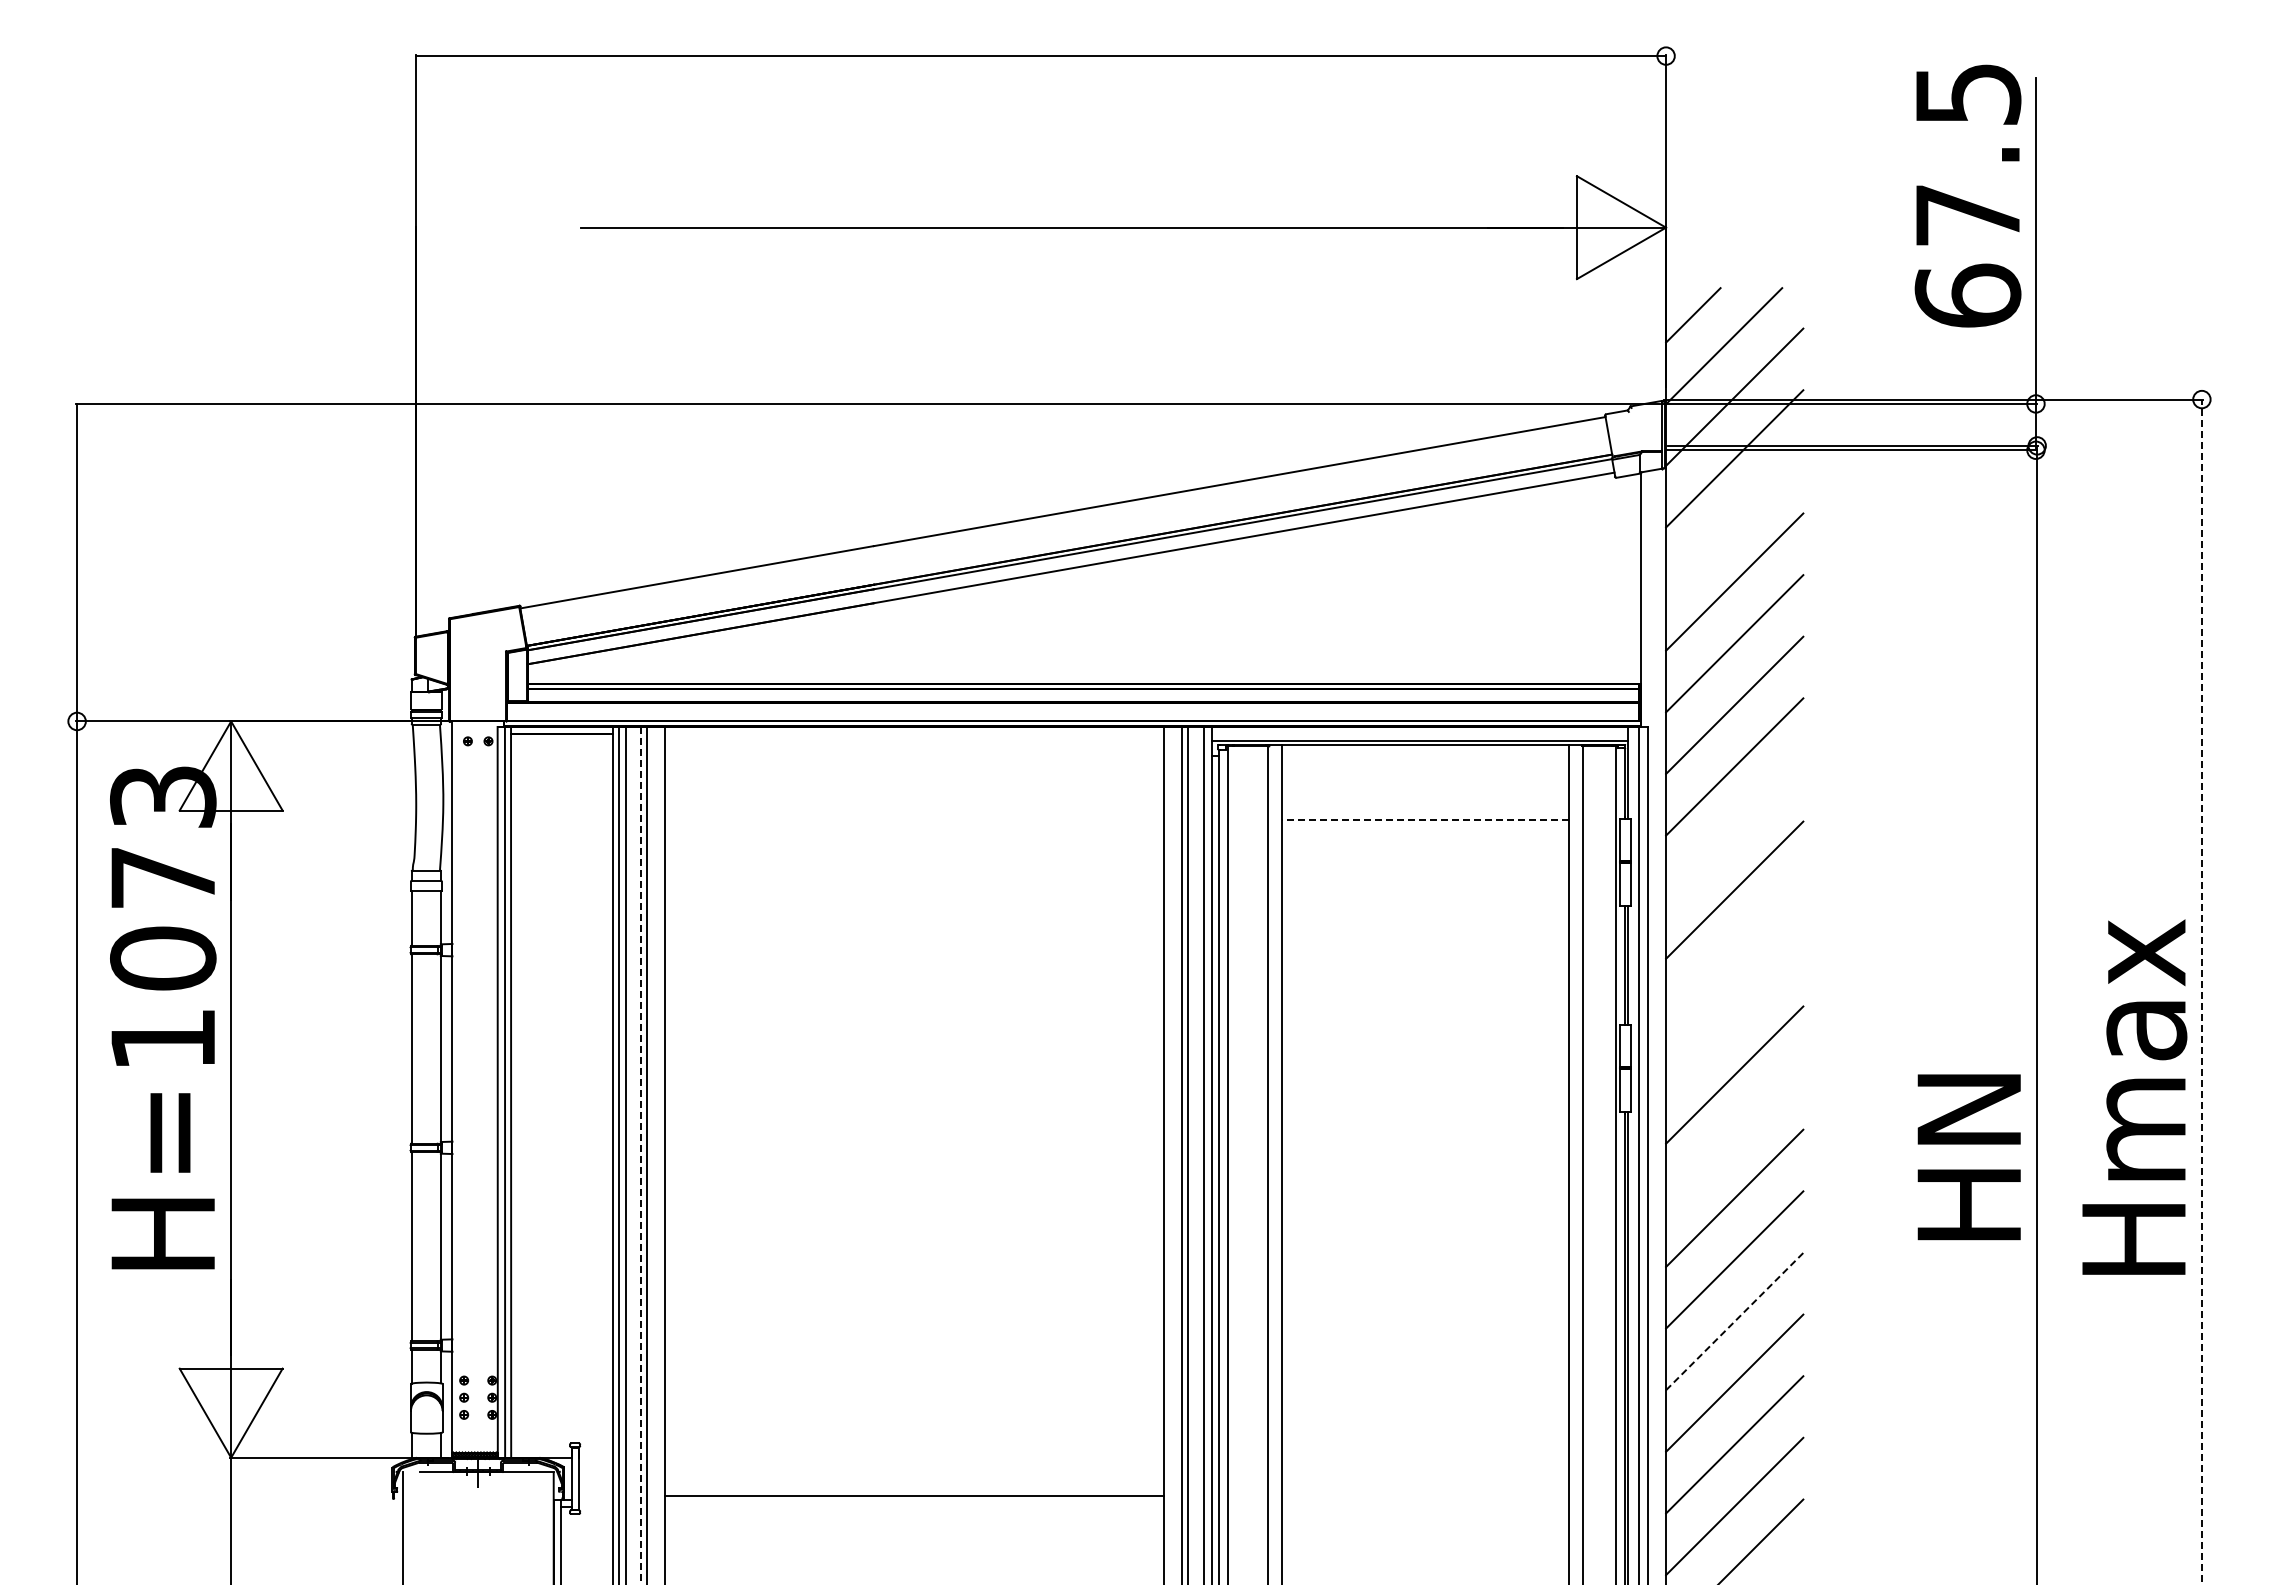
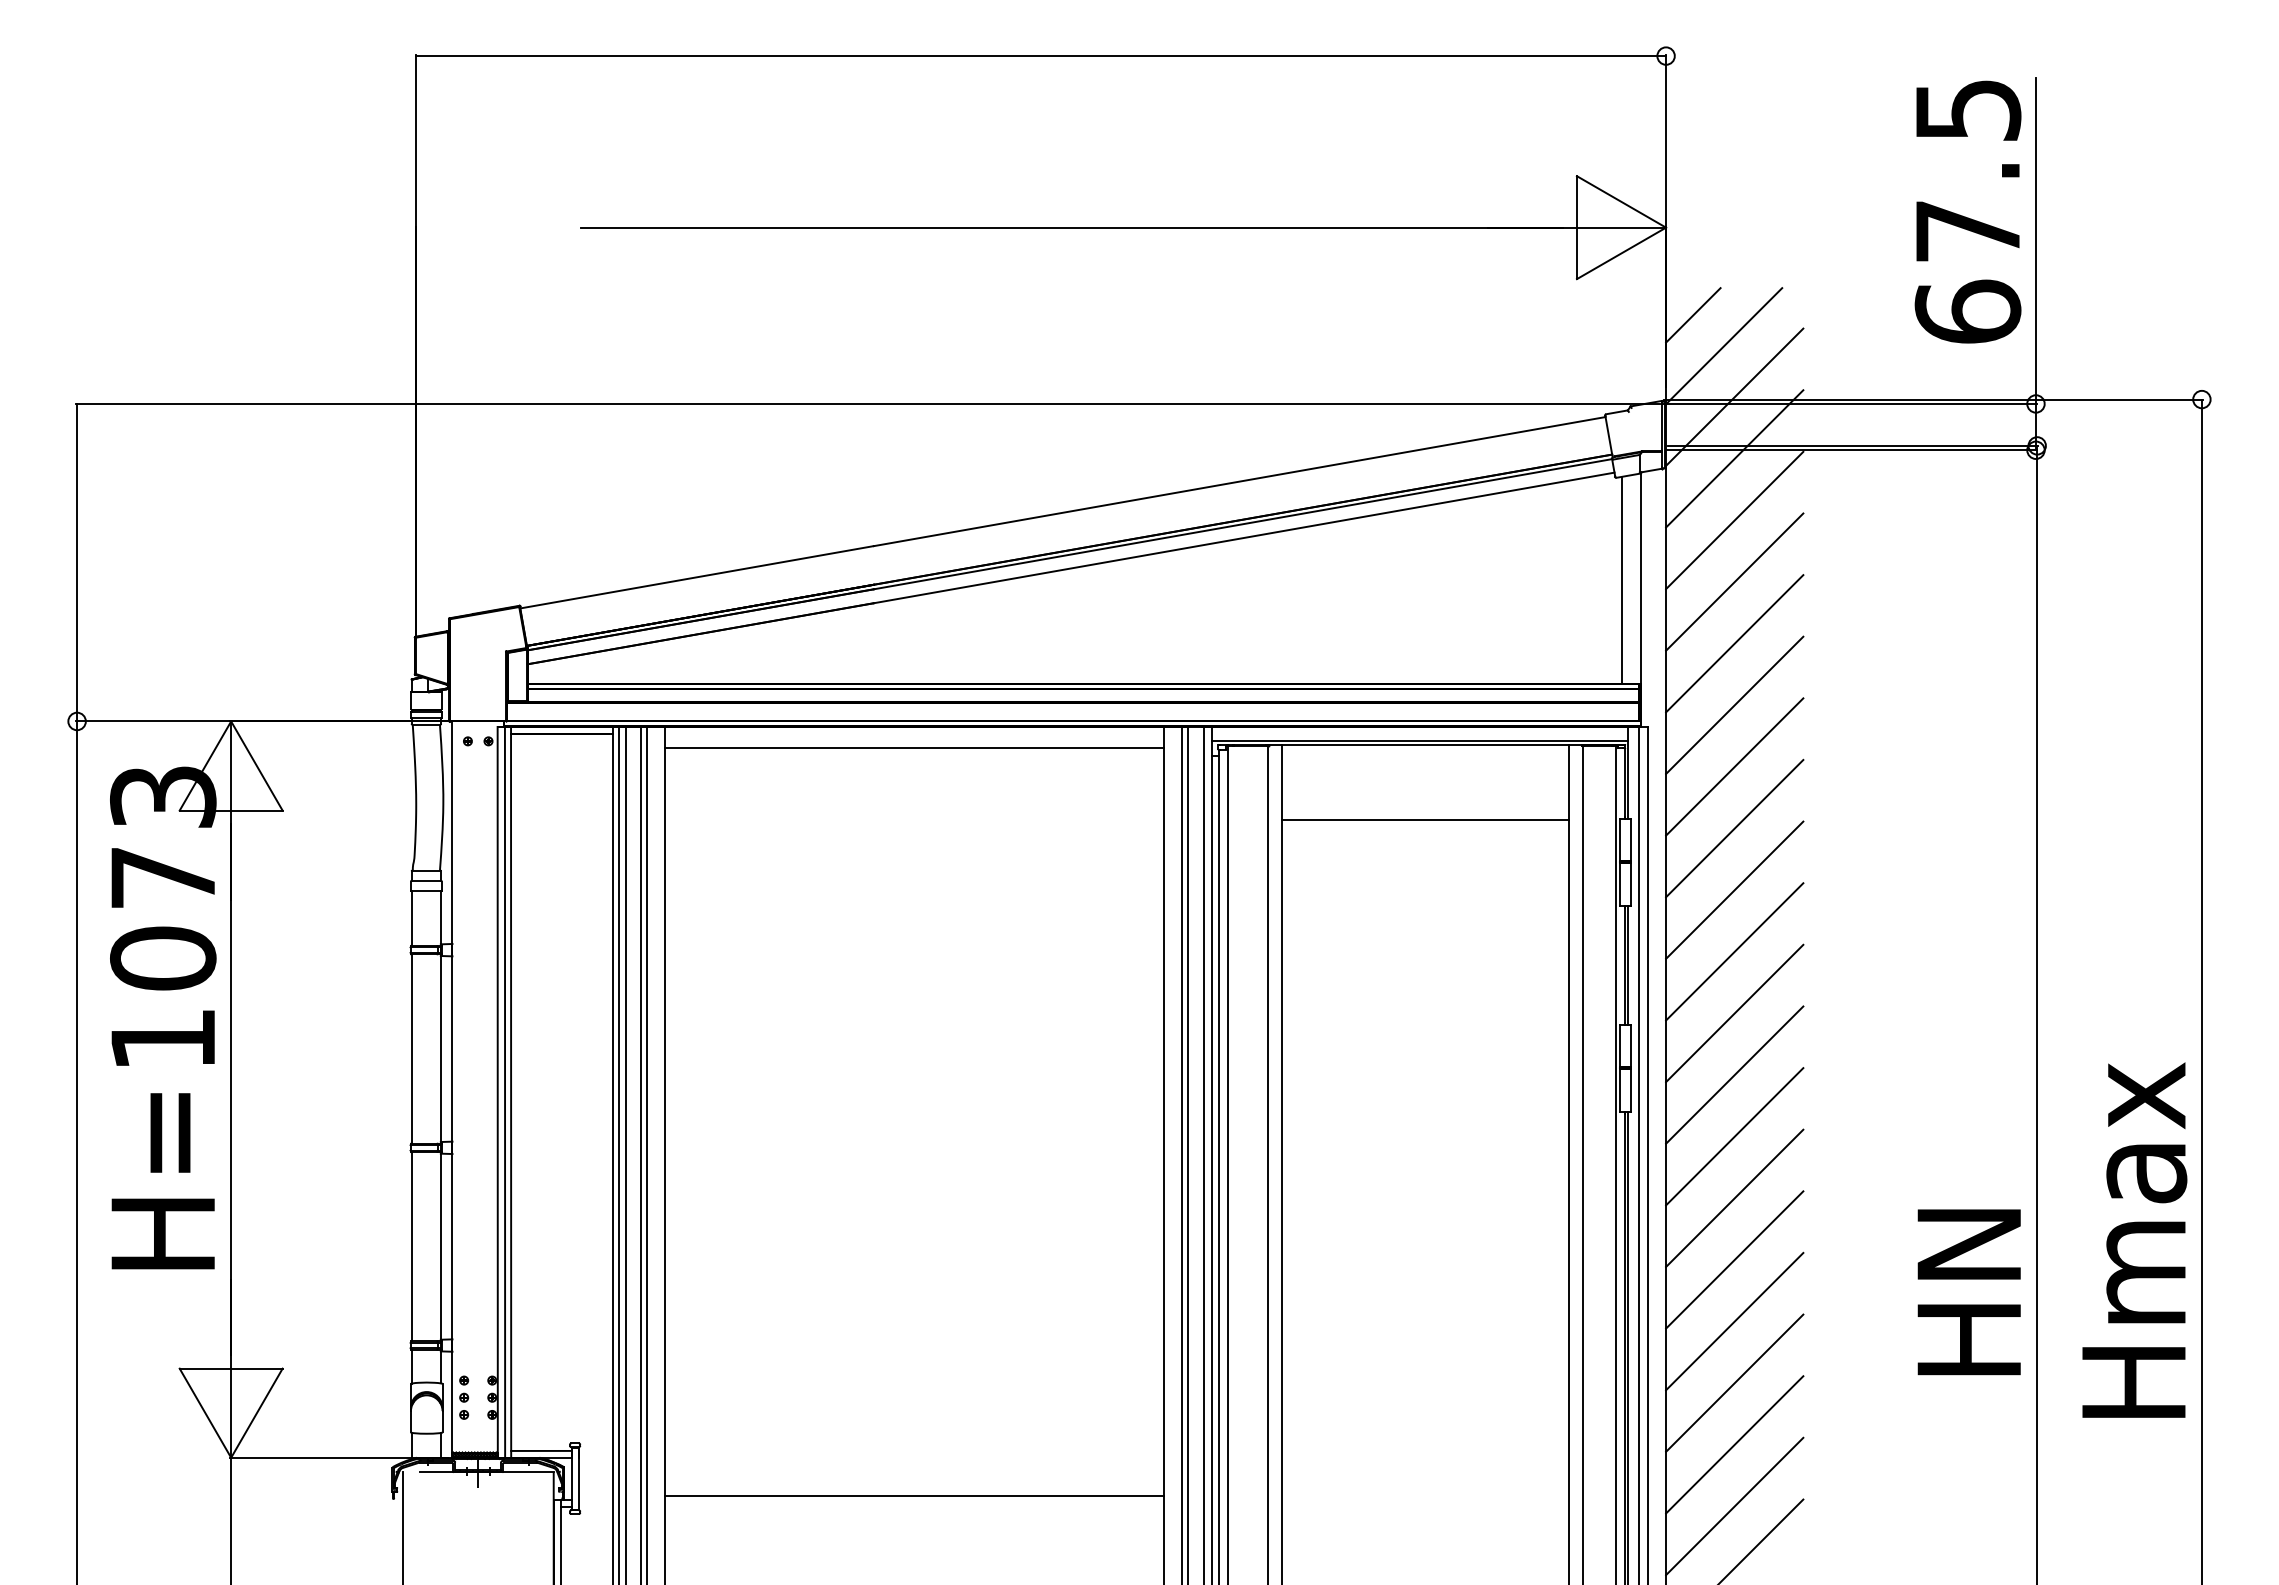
text at (1967, 195) position: (1967, 195) -> (1967, 211)
line at (1734, 520): none -> present
line at (1621, 579): none -> present
line at (914, 747): none -> present
line at (1425, 820): dashed -> solid
line at (1734, 828): none -> present
line at (1734, 951): none -> present
line at (2201, 992): dashed -> solid
line at (1734, 1013): none -> present
text at (2134, 1096) position: (2134, 1096) -> (2134, 1239)
line at (1734, 1136): none -> present
line at (640, 1155): dashed -> solid
text at (1968, 1157) position: (1968, 1157) -> (1968, 1292)
line at (1735, 1321): dashed -> solid
line at (541, 1450): none -> present
